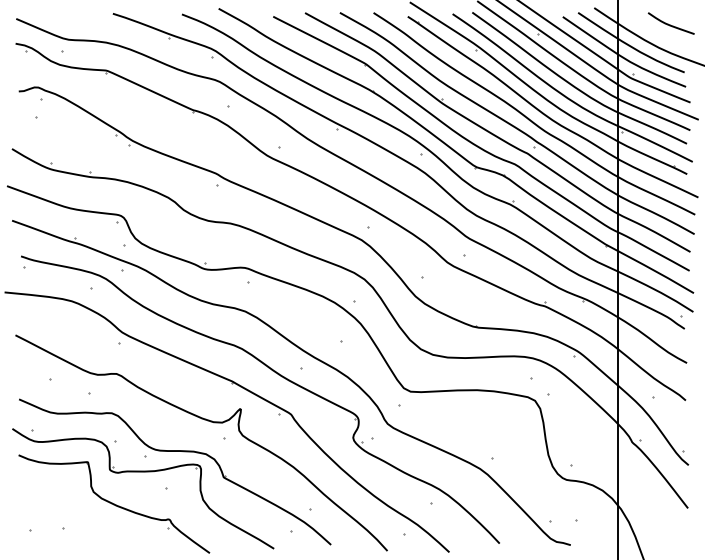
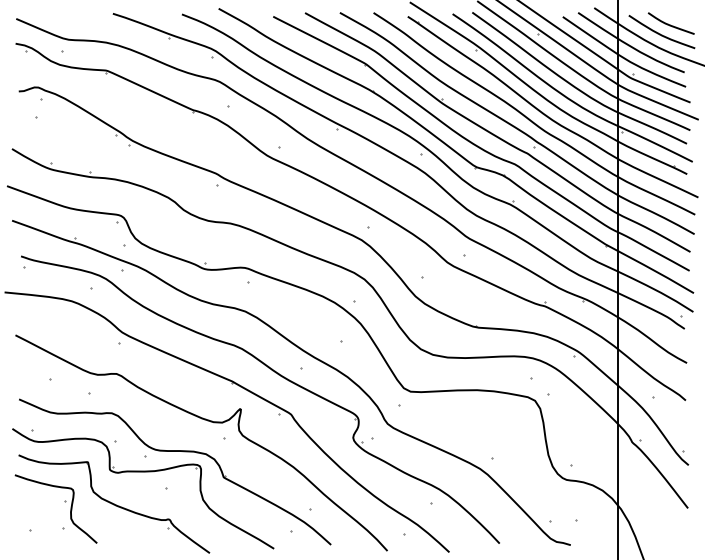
curve at (660, 33): none -> present
part at (64, 501): none -> present
